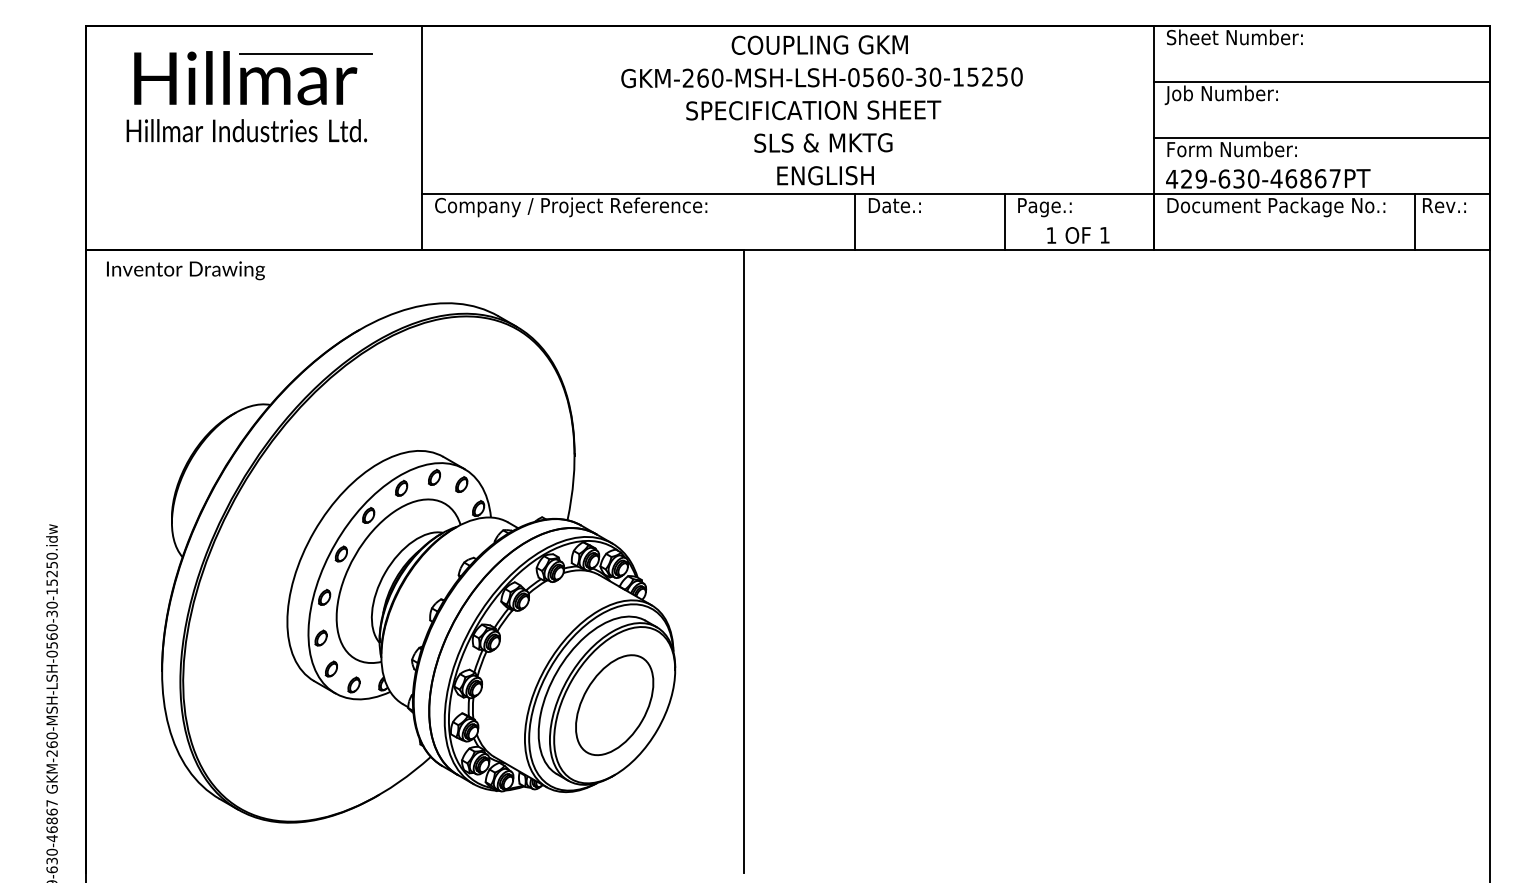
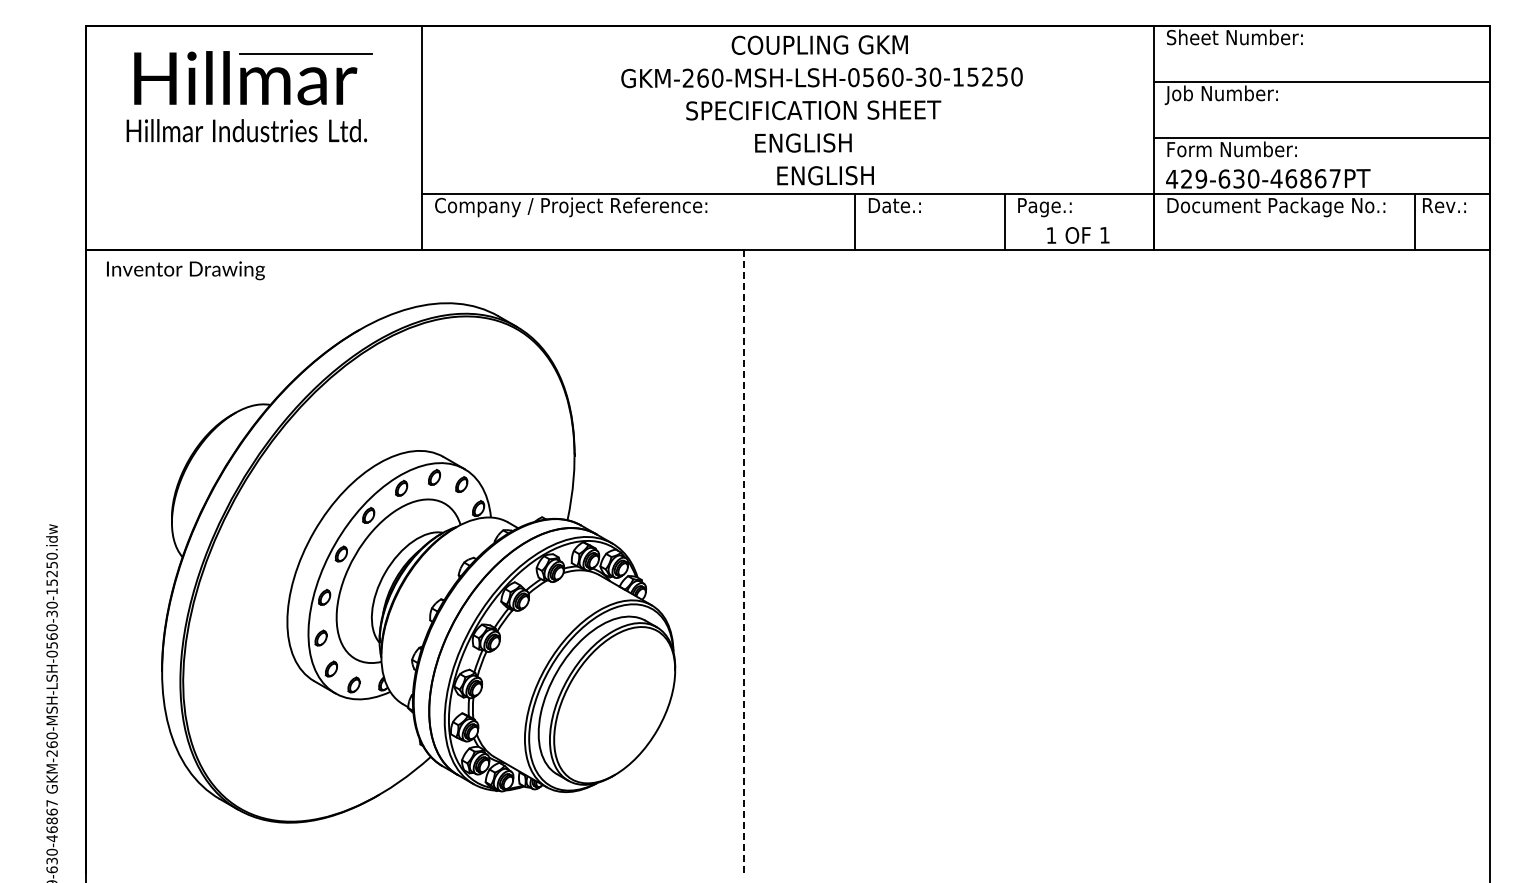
text at (823, 142): SLS & MKTG -> ENGLISH
line at (743, 561): solid -> dashed
part at (614, 705): present -> none
